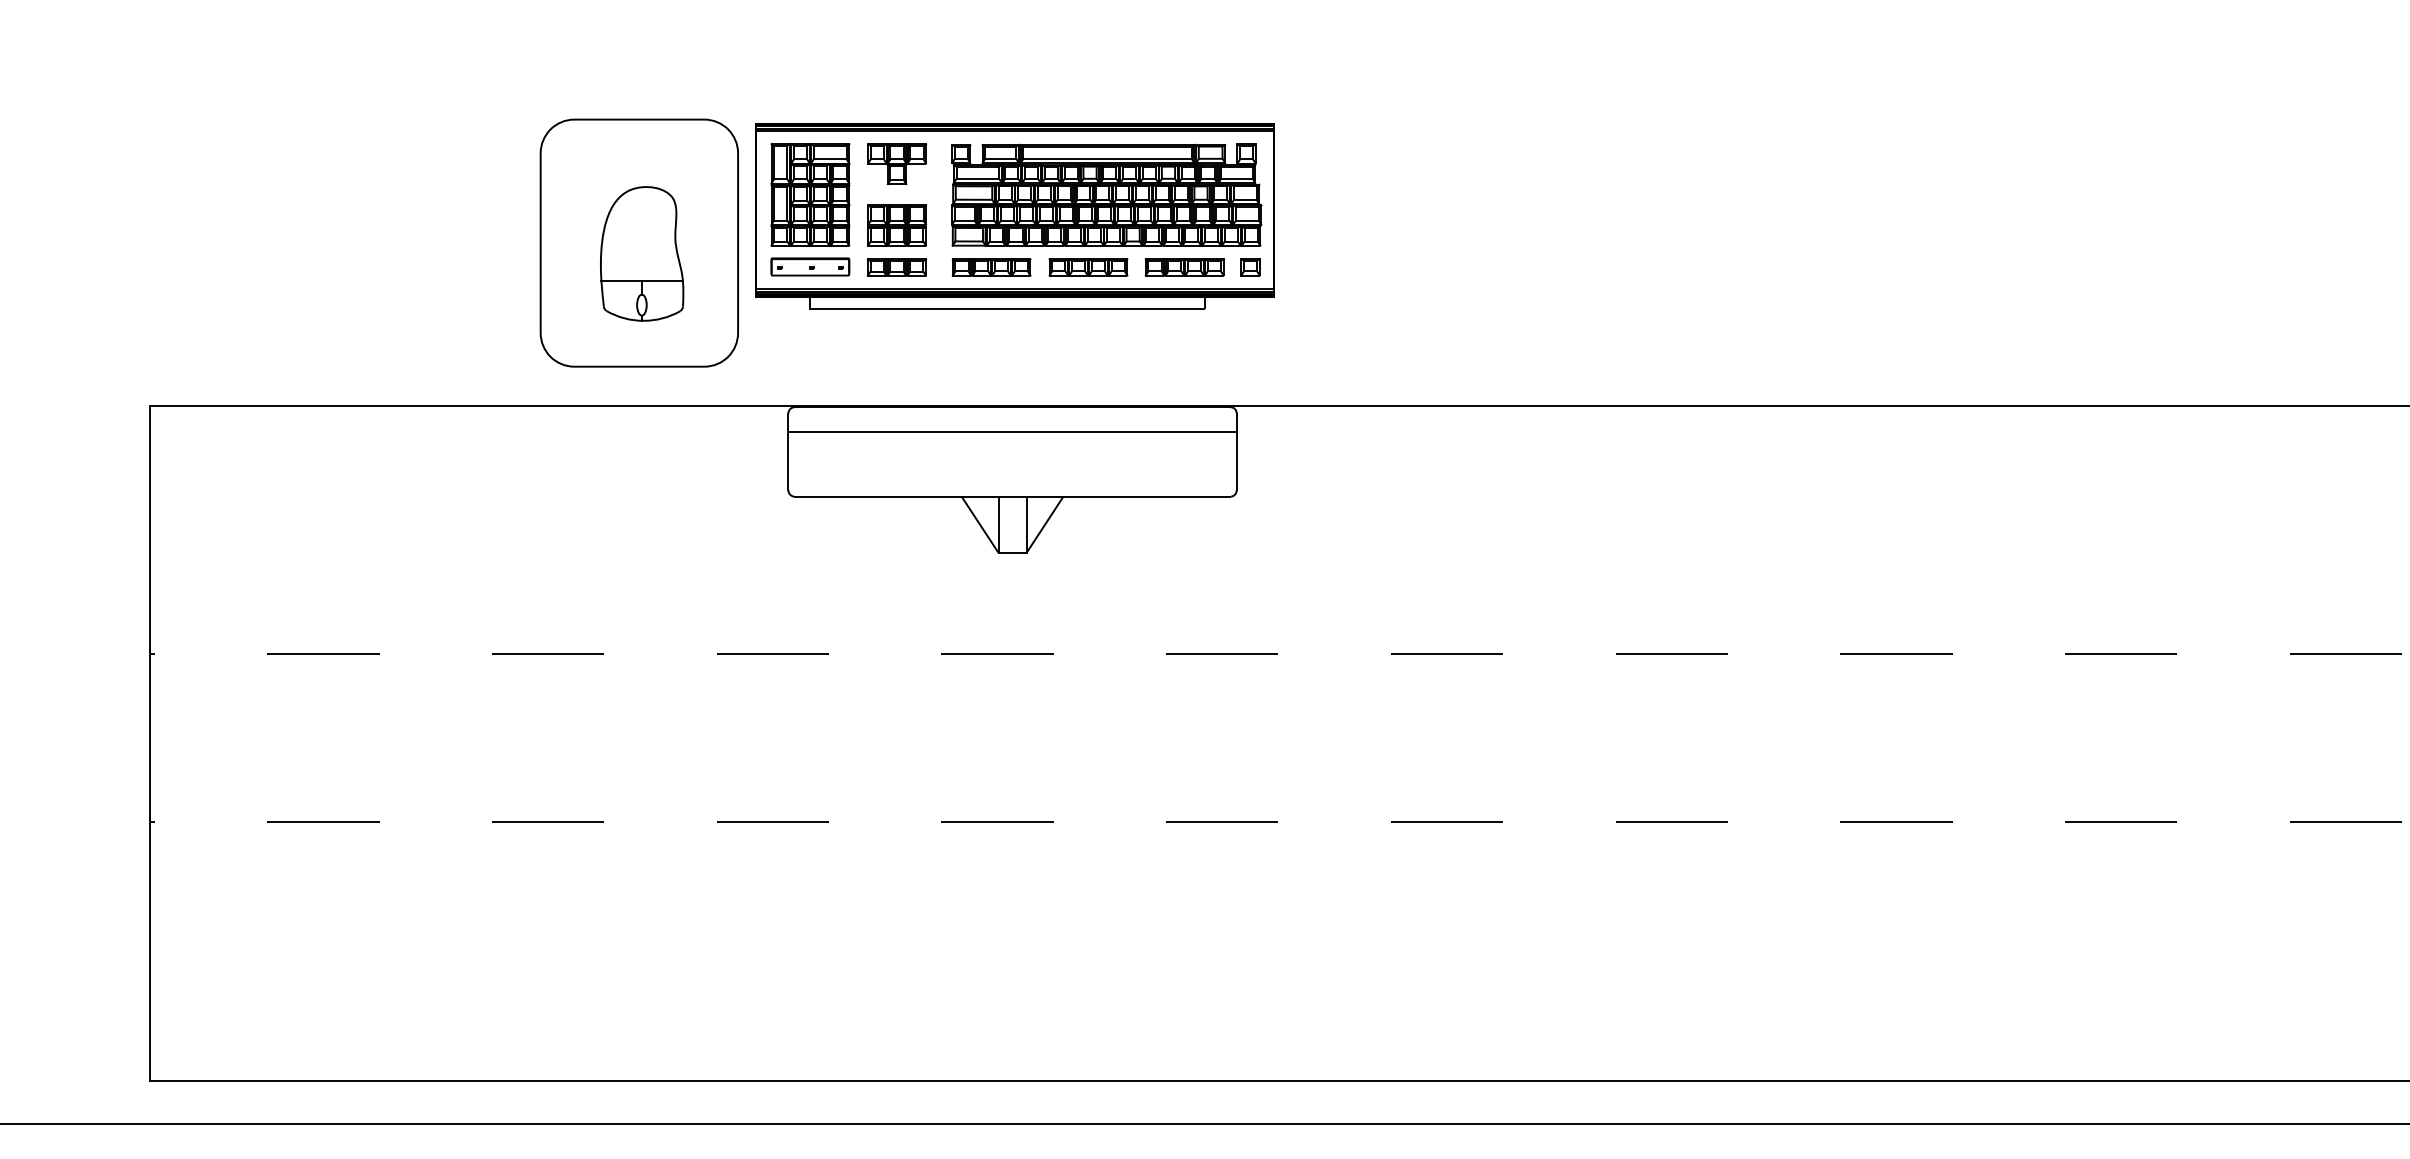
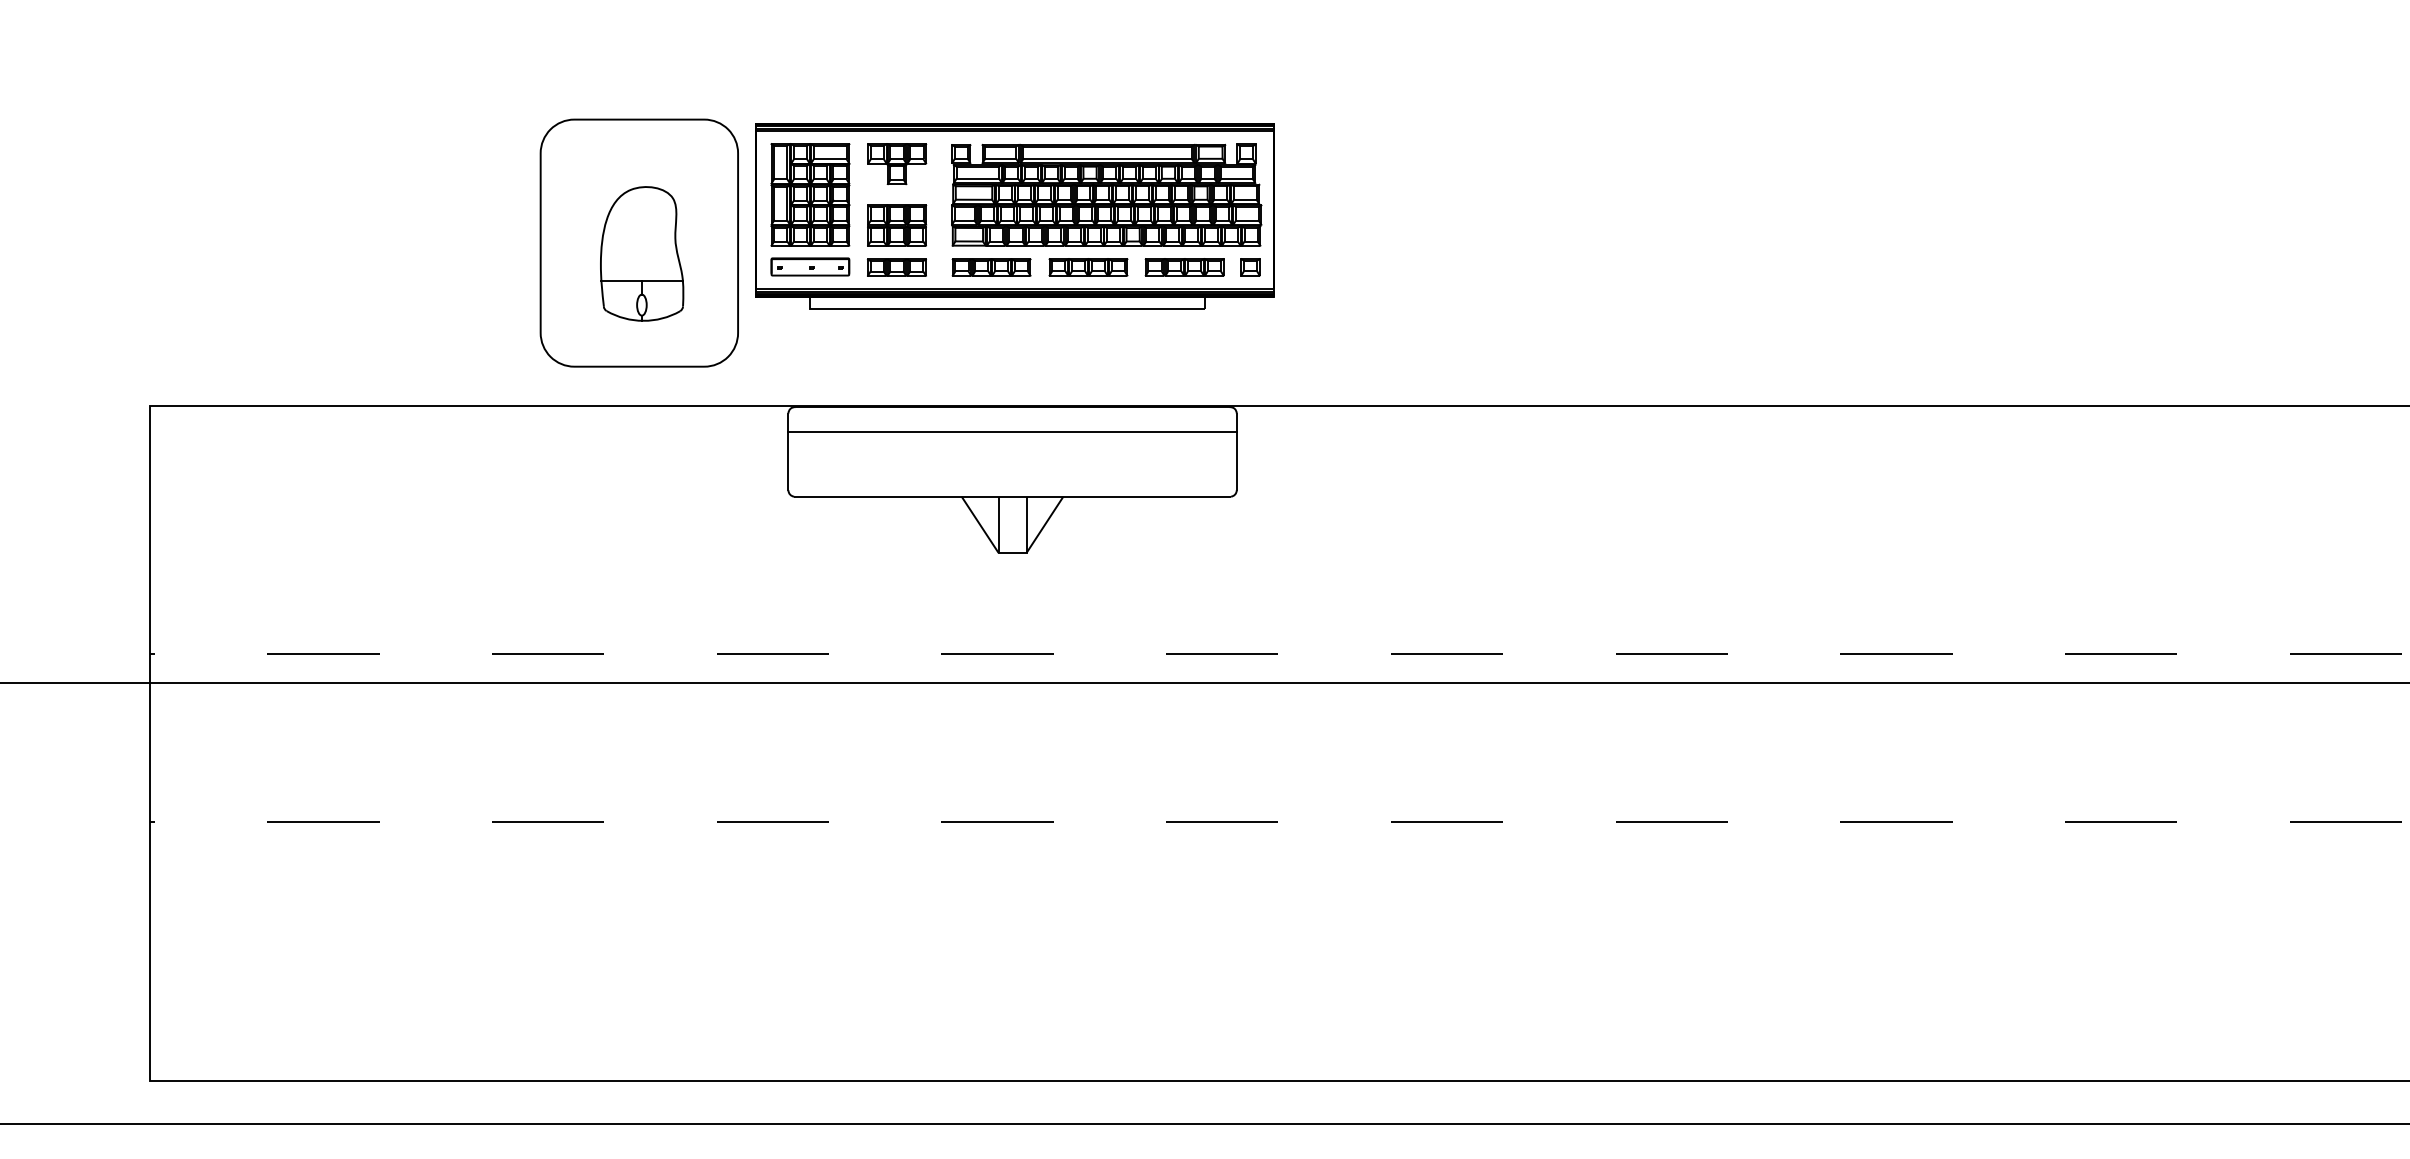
line at (1204, 683): none -> present
